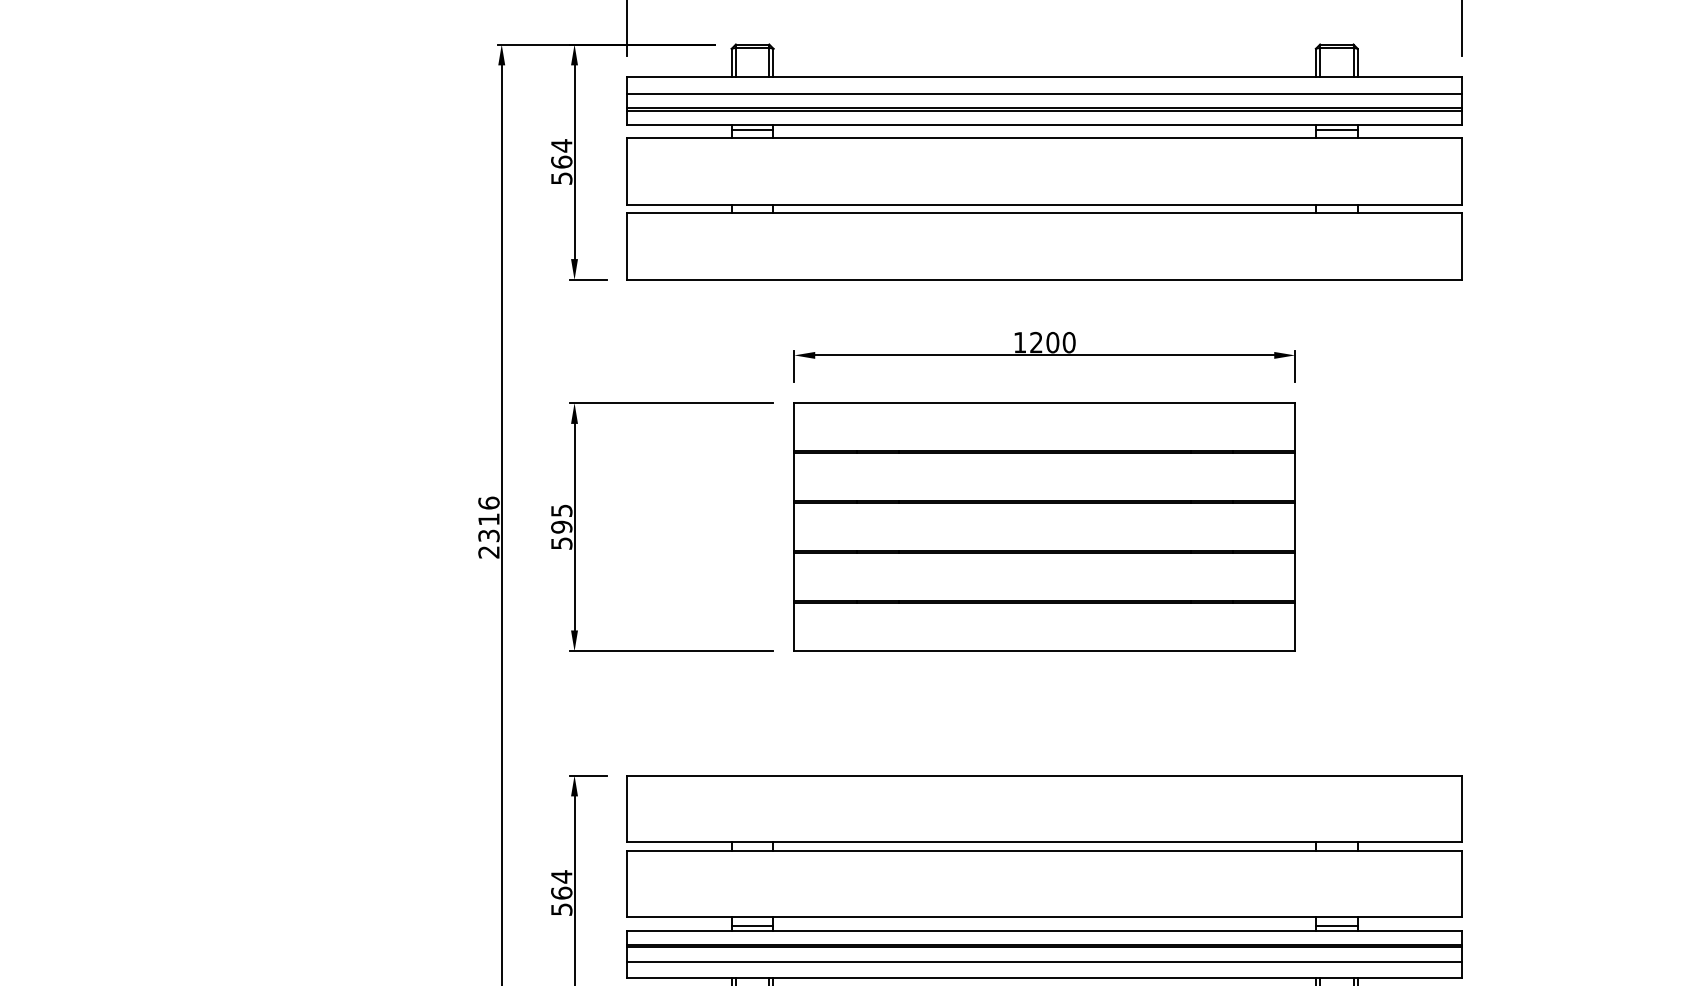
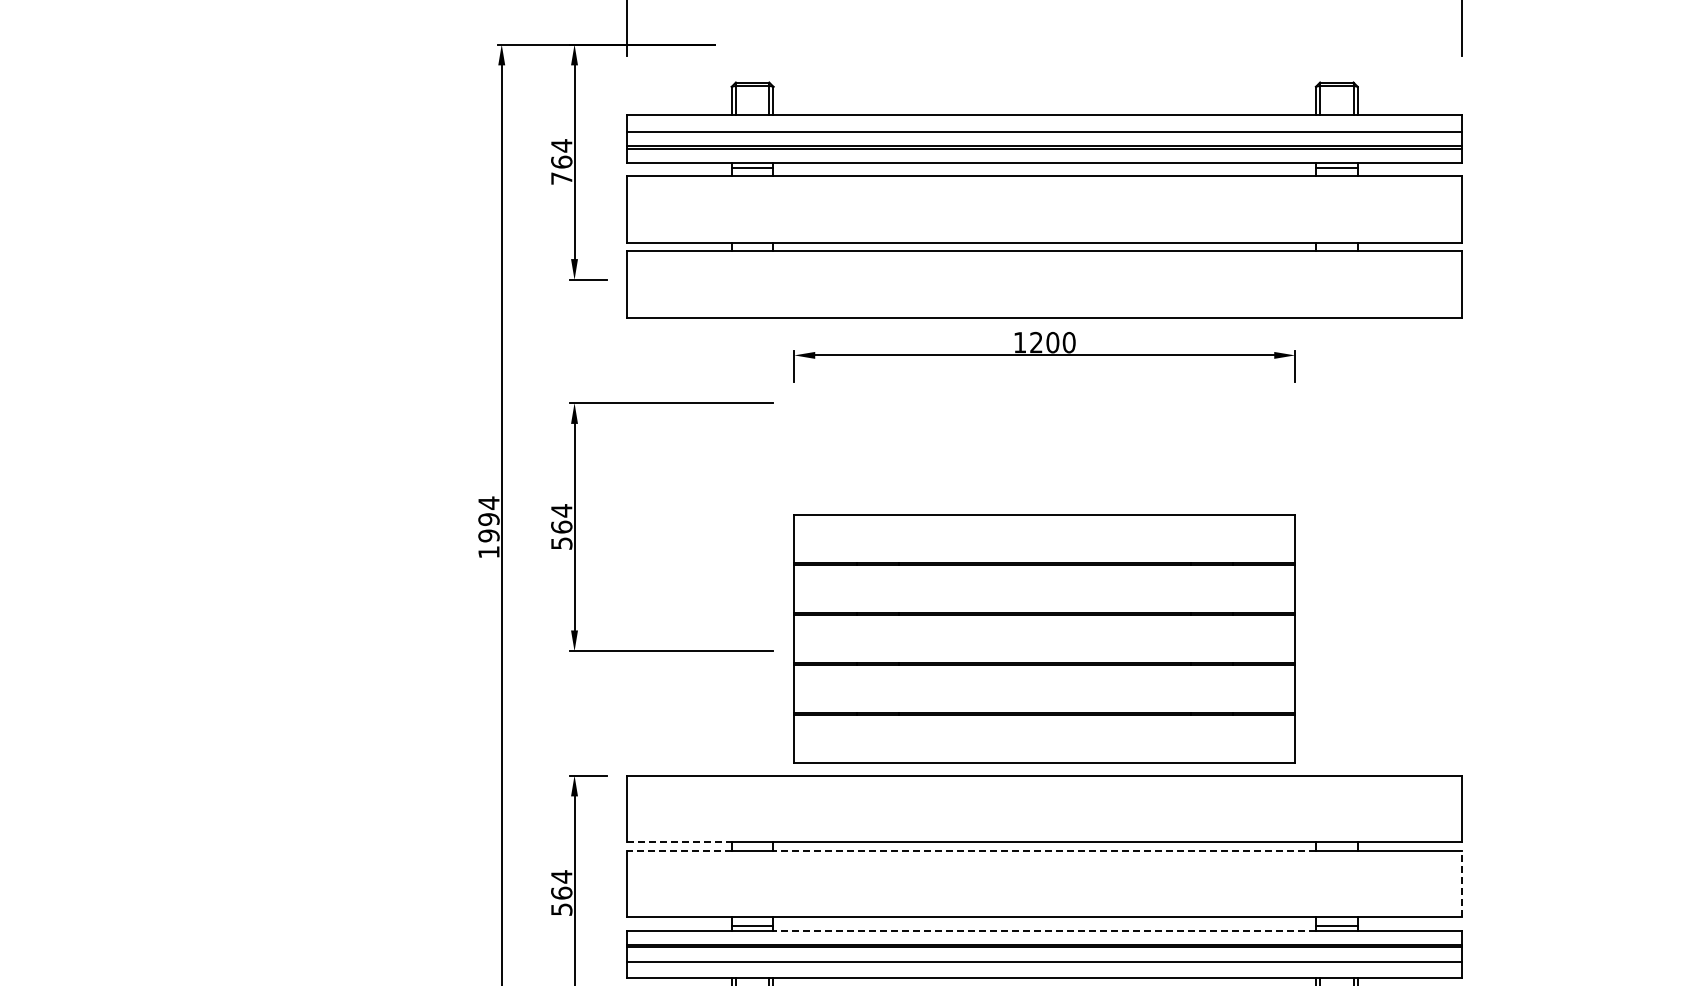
part at (1044, 161) position: (1044, 161) -> (1044, 199)
text at (561, 178): 564 -> 764
text at (561, 518): 595 -> 564
part at (1044, 526) position: (1044, 526) -> (1044, 638)
text at (488, 527): 2316 -> 1994
line at (680, 842): solid -> dashed
line at (679, 850): solid -> dashed
line at (1044, 850): solid -> dashed
line at (1462, 883): solid -> dashed
line at (1044, 930): solid -> dashed
